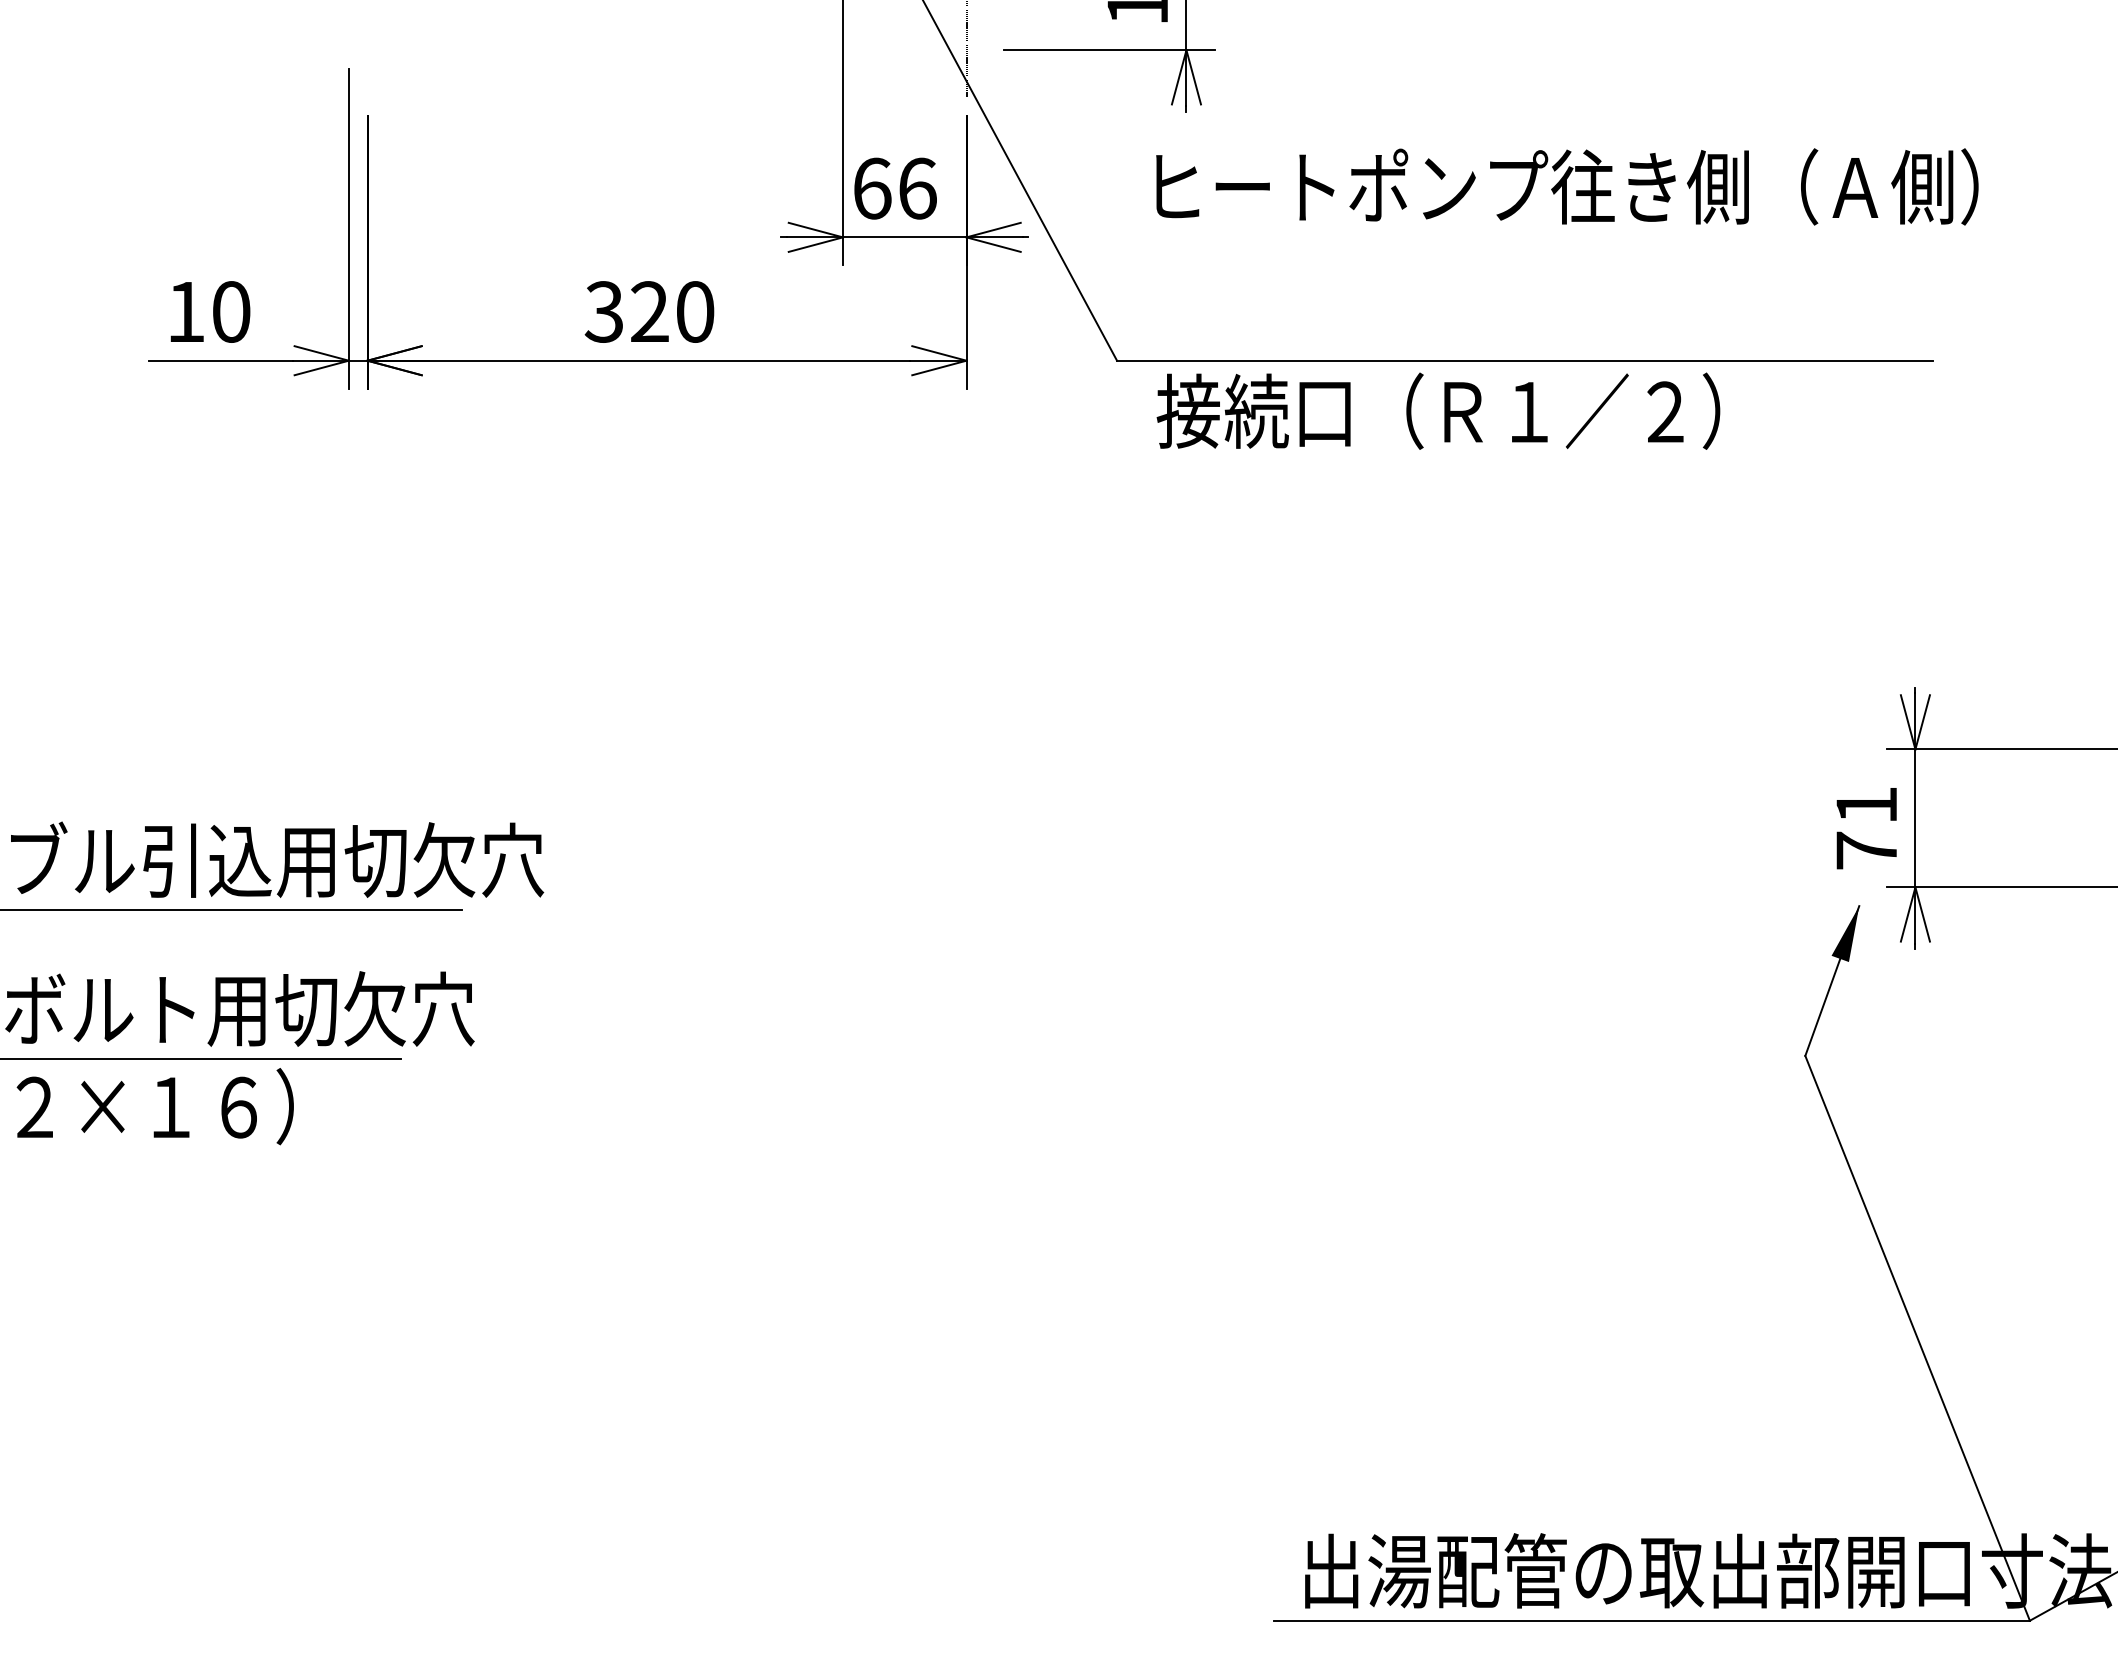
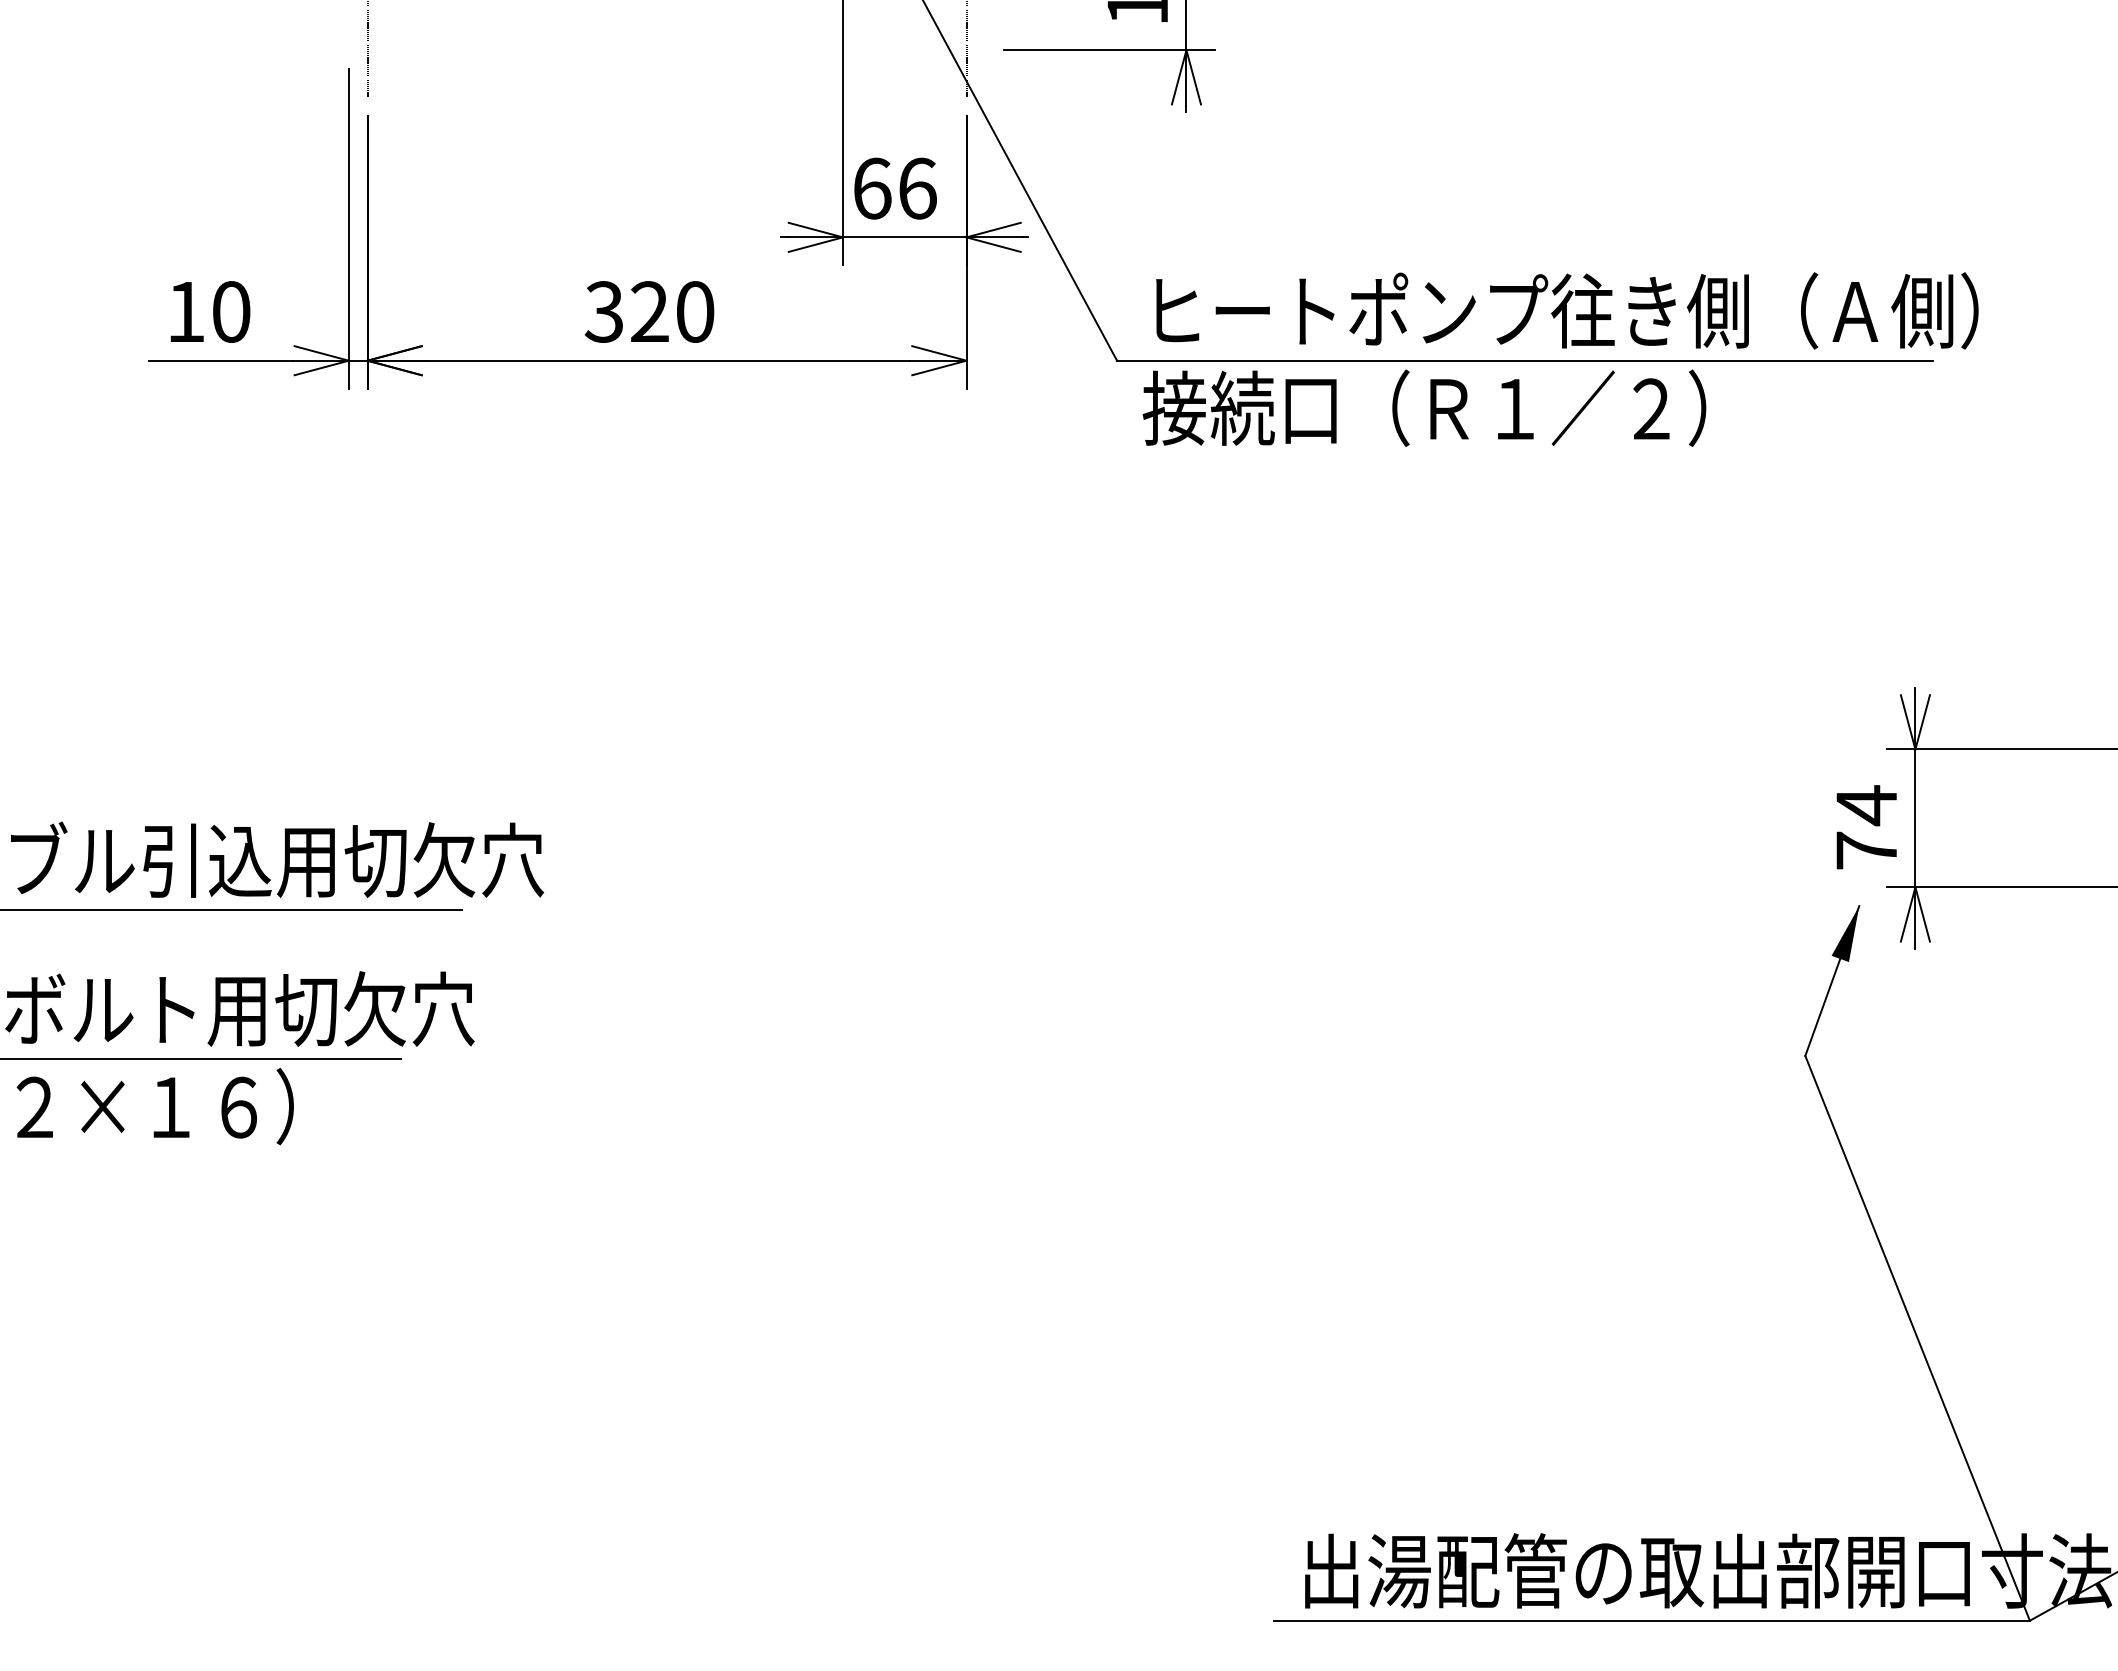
line at (367, 49): none -> present
text at (1567, 186) position: (1567, 186) -> (1567, 310)
text at (1438, 410) position: (1438, 410) -> (1424, 407)
text at (1866, 805): 71 -> 74
